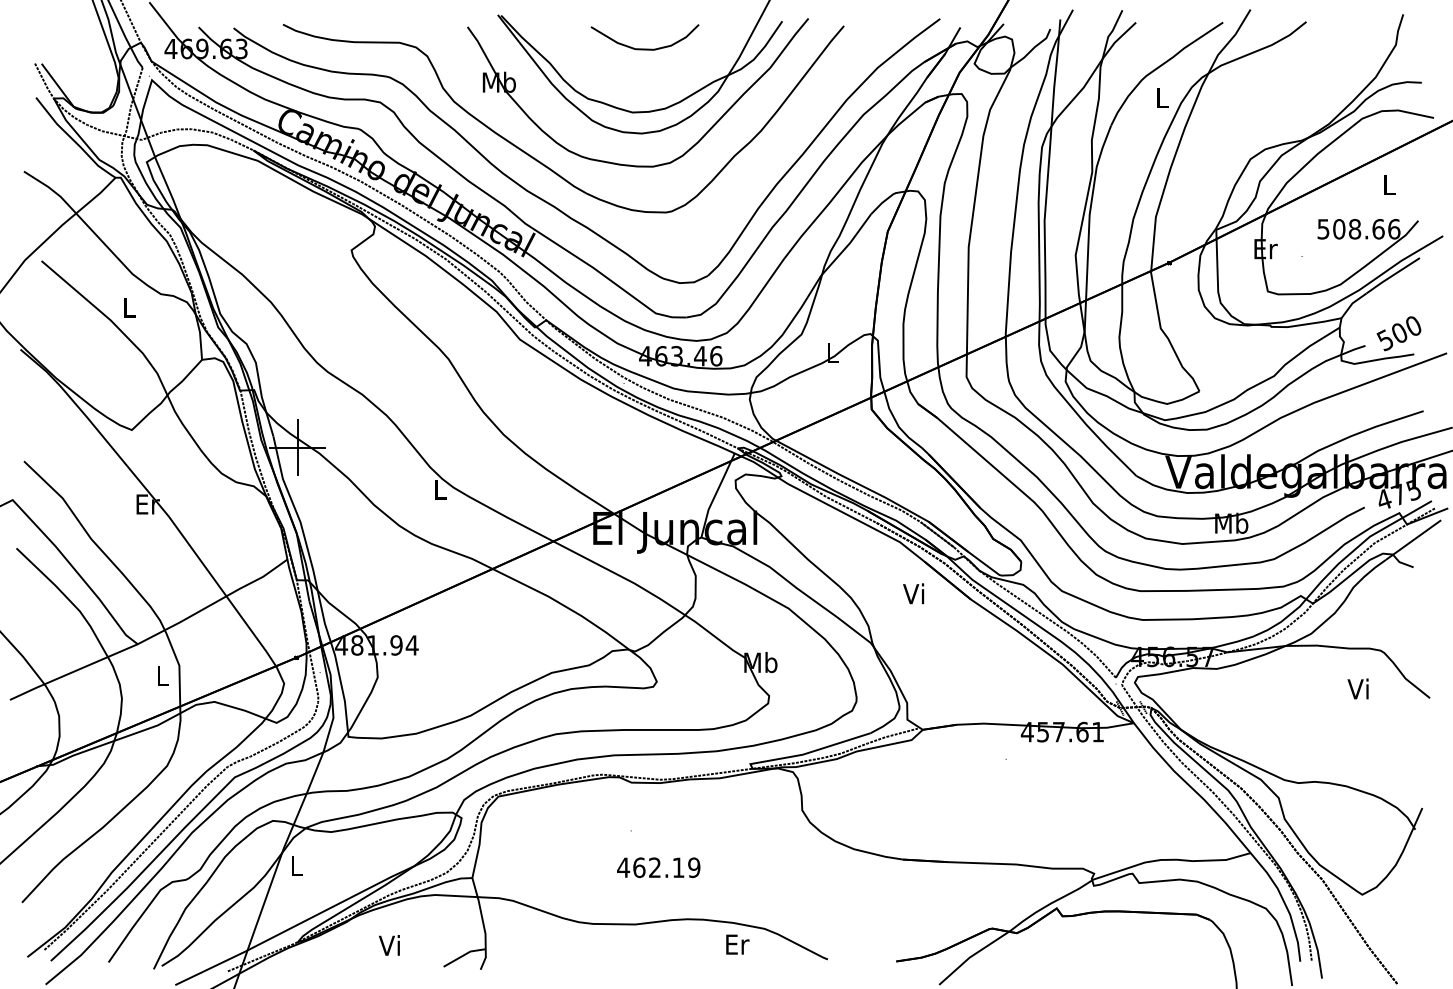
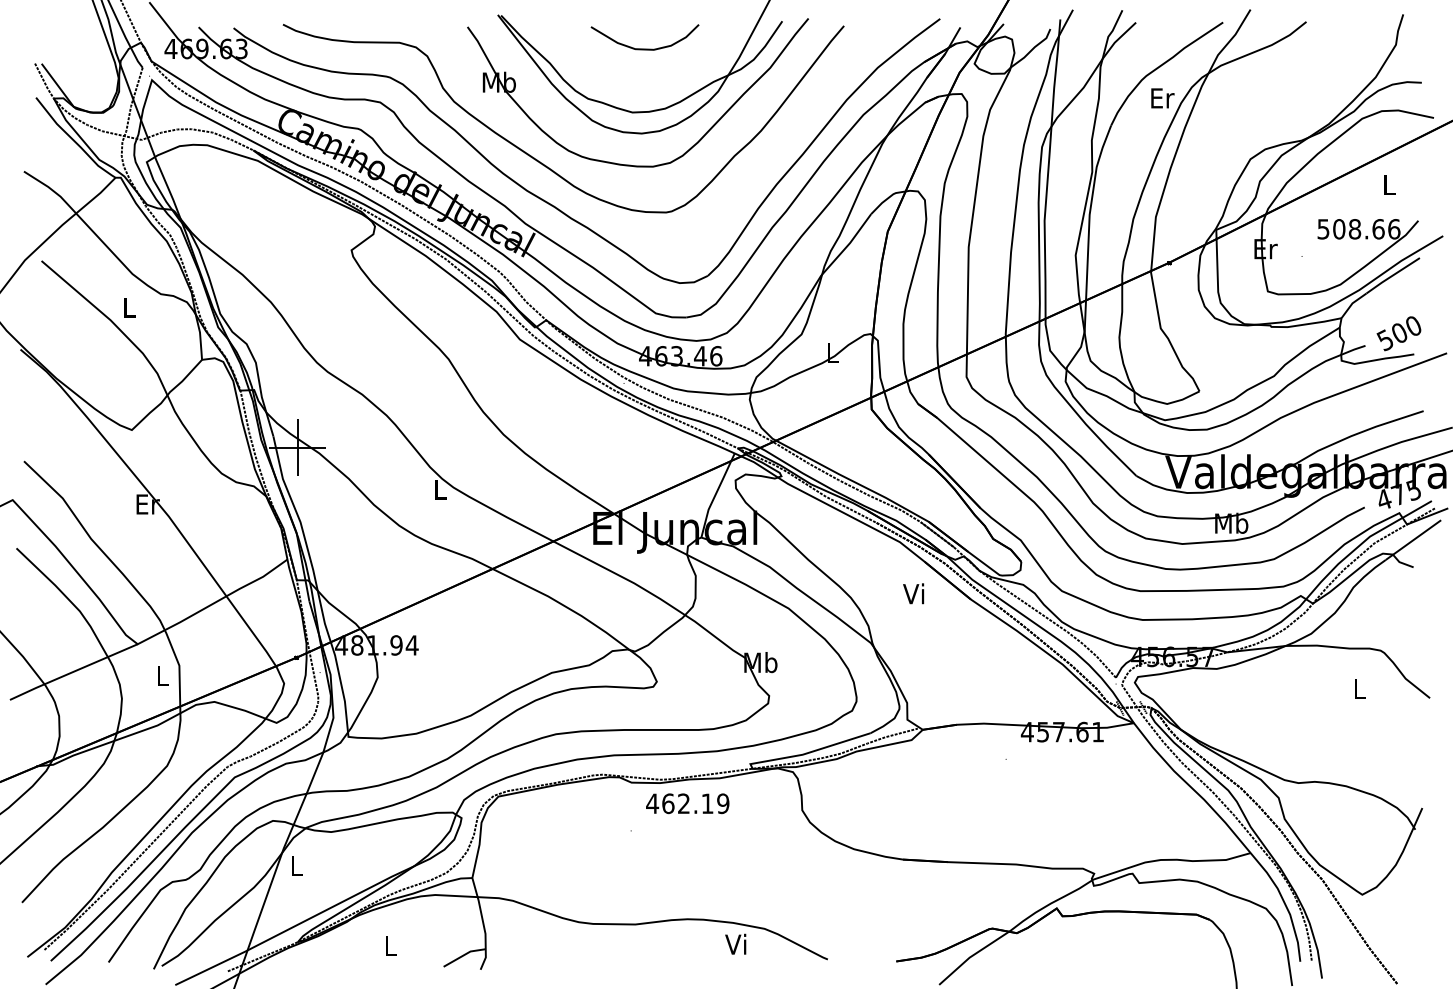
text at (1162, 98): L -> Er
text at (1357, 688): Vi -> L
text at (658, 867) position: (658, 867) -> (687, 803)
text at (737, 943): Er -> Vi
text at (388, 945): Vi -> L
